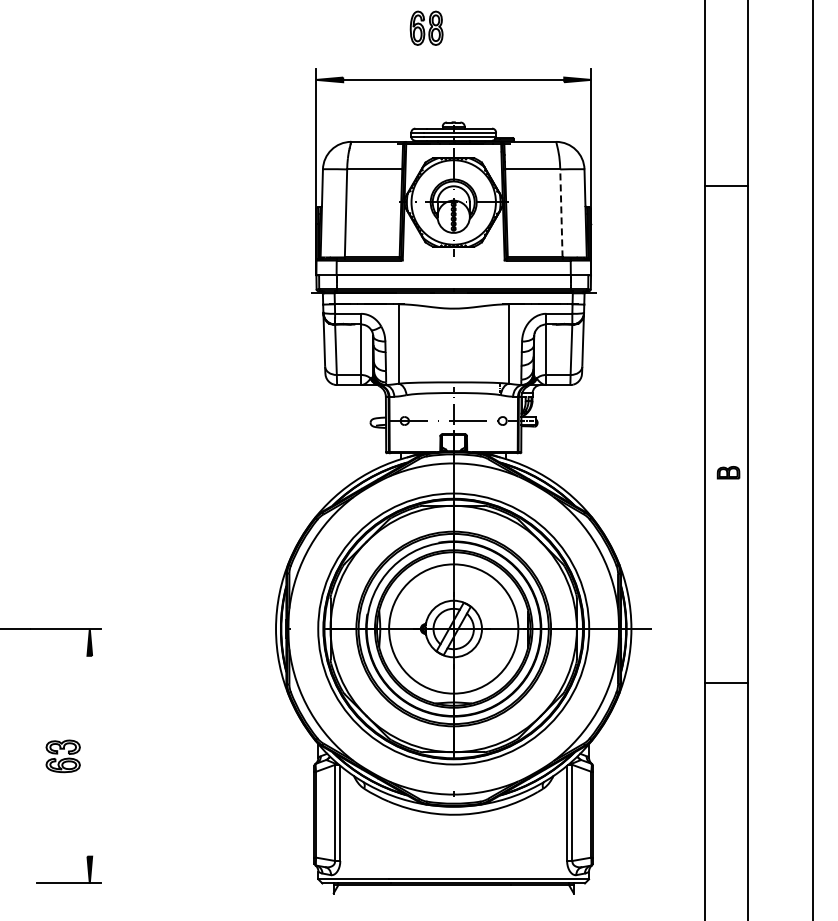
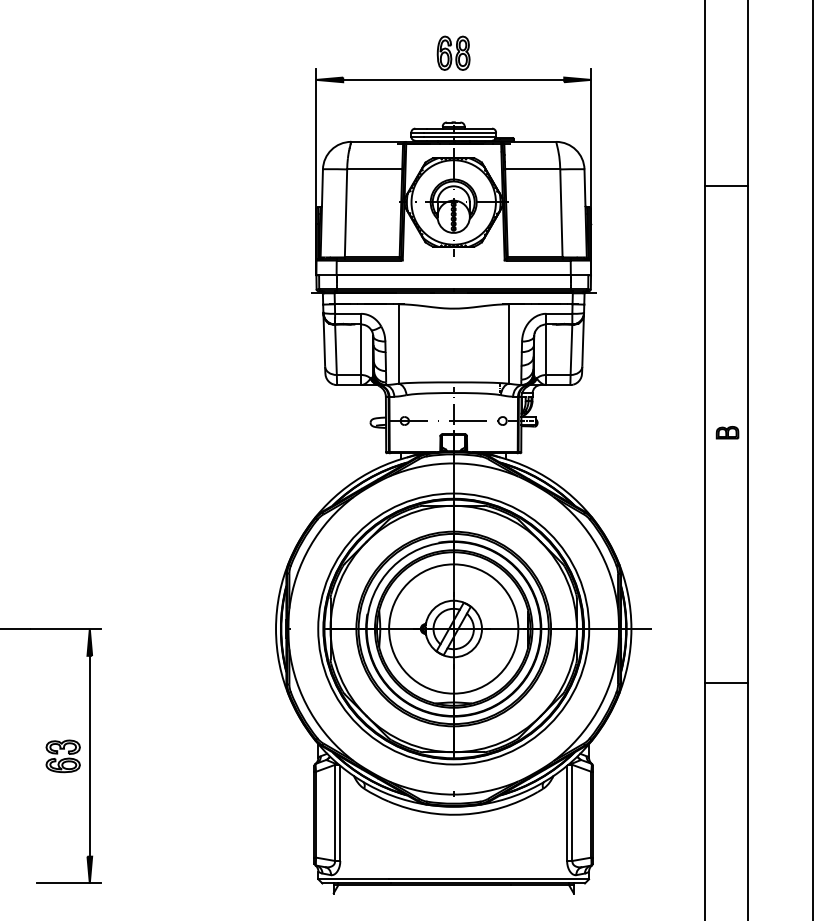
part at (426, 27) position: (426, 27) -> (453, 52)
line at (561, 212): dashed -> solid
part at (728, 472) position: (728, 472) -> (727, 432)
line at (89, 755): none -> present
